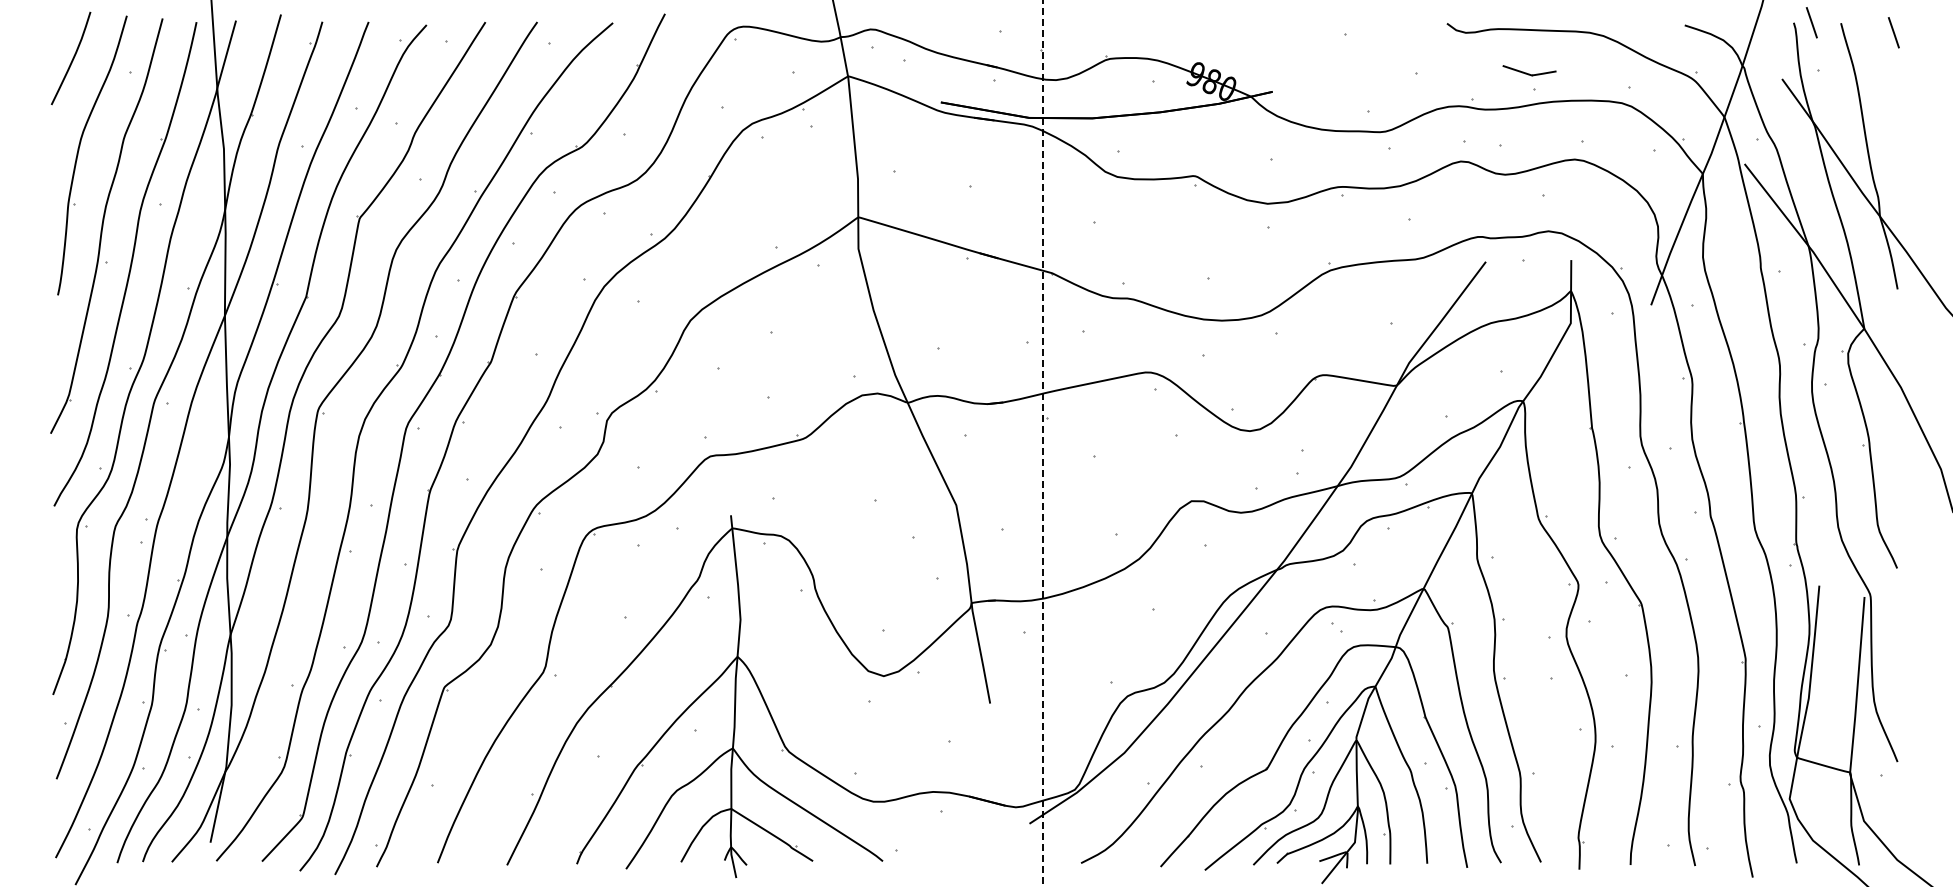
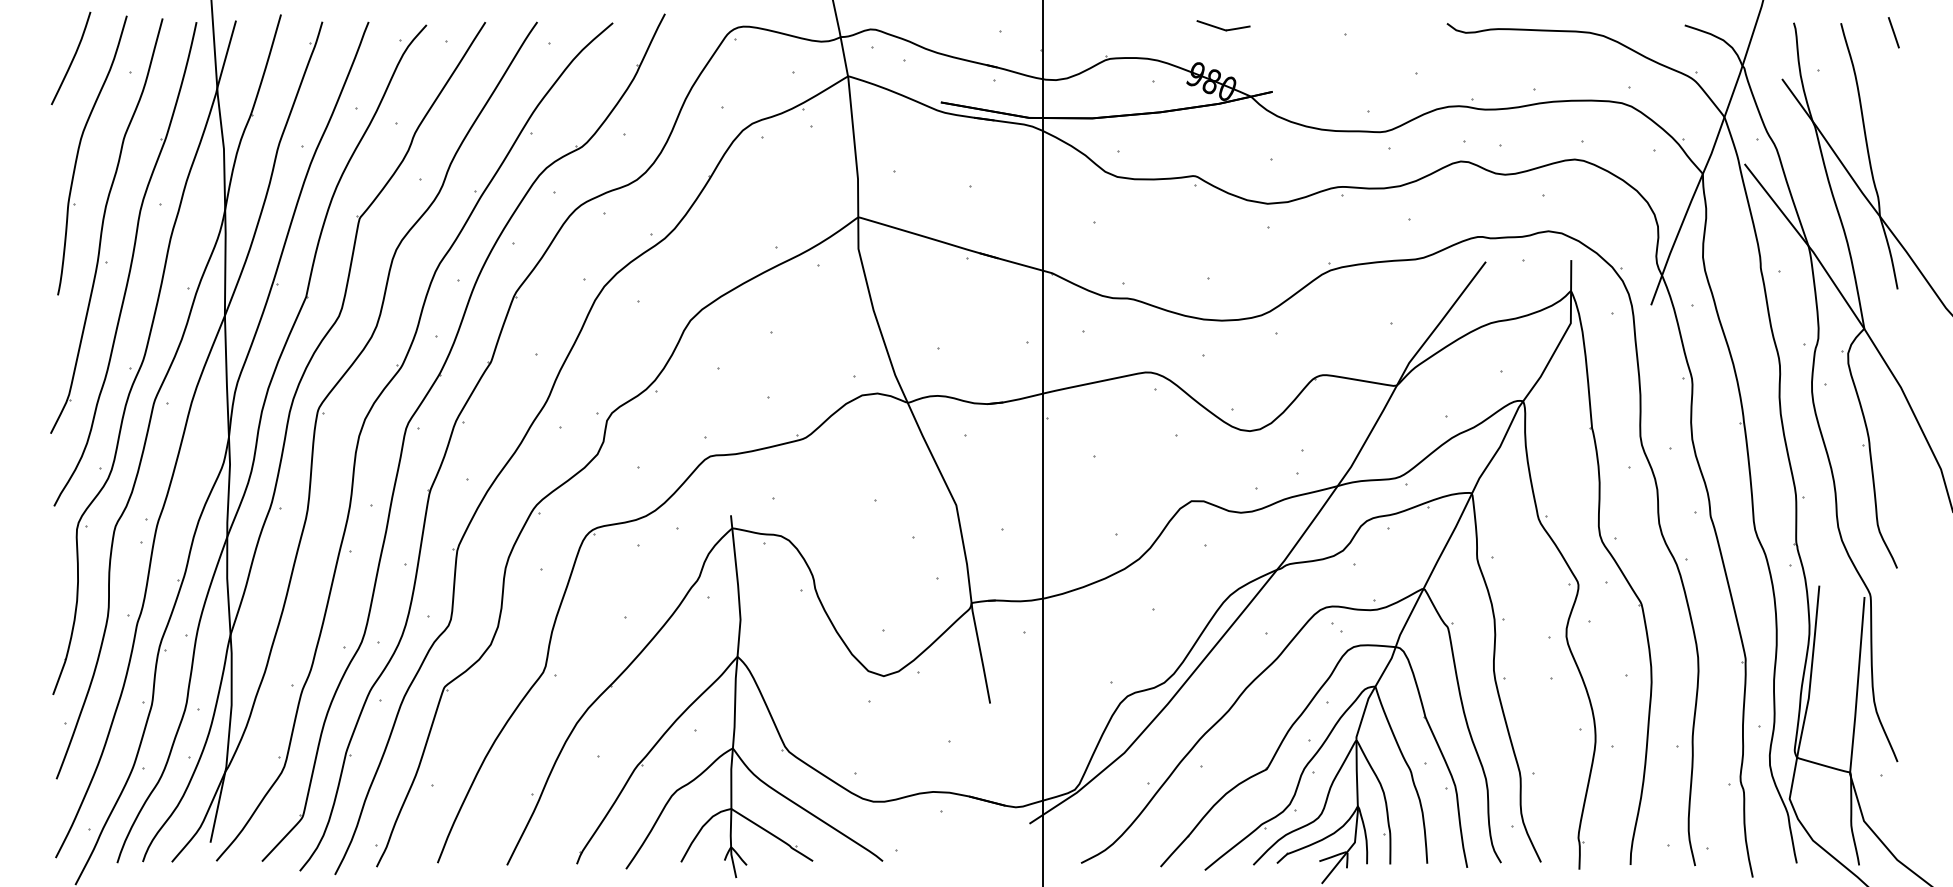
line at (1811, 22): present -> none
part at (1529, 70) position: (1529, 70) -> (1223, 25)
line at (1042, 443): dashed -> solid
